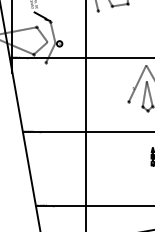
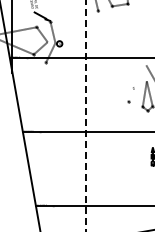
line at (137, 83): present -> none
line at (86, 116): solid -> dashed
